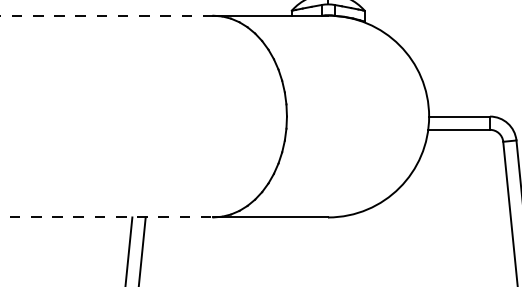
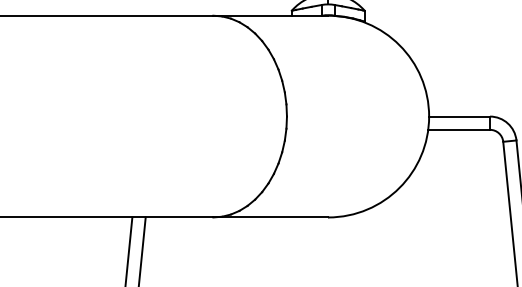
line at (106, 15): dashed -> solid
line at (107, 217): dashed -> solid
